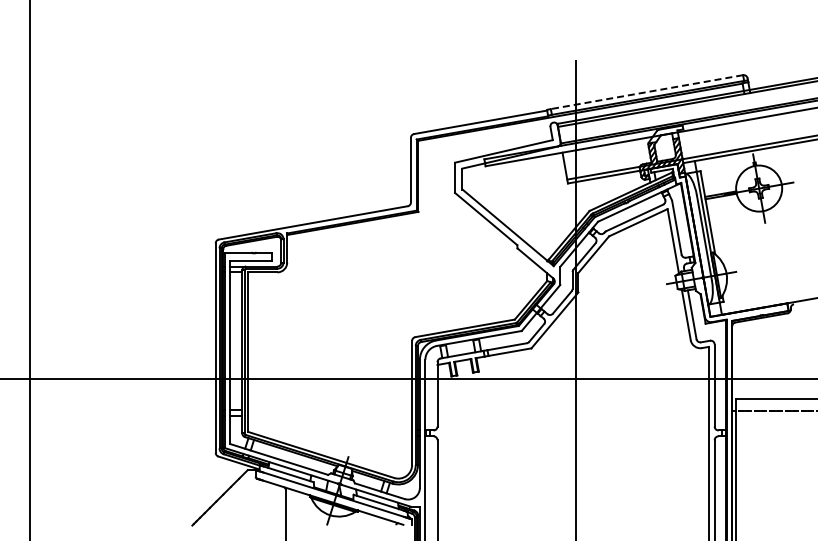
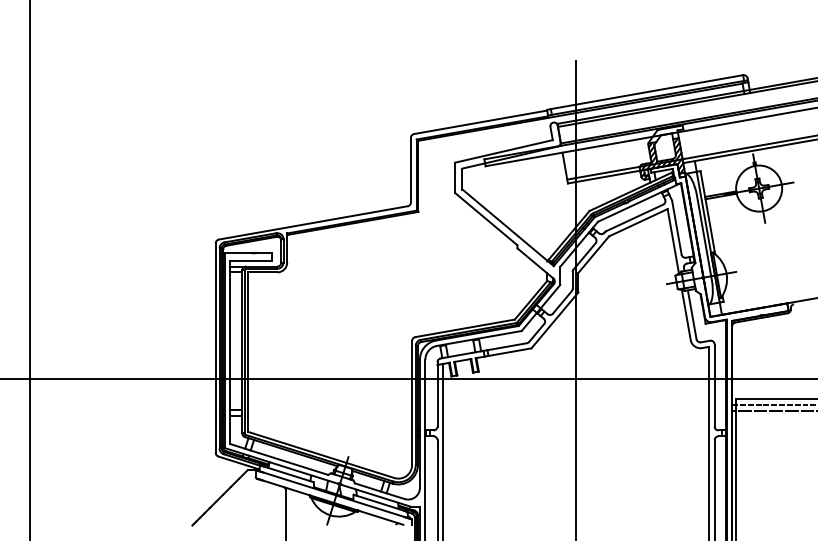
line at (646, 92): dashed -> solid
line at (773, 405): none -> present
line at (443, 450): none -> present
